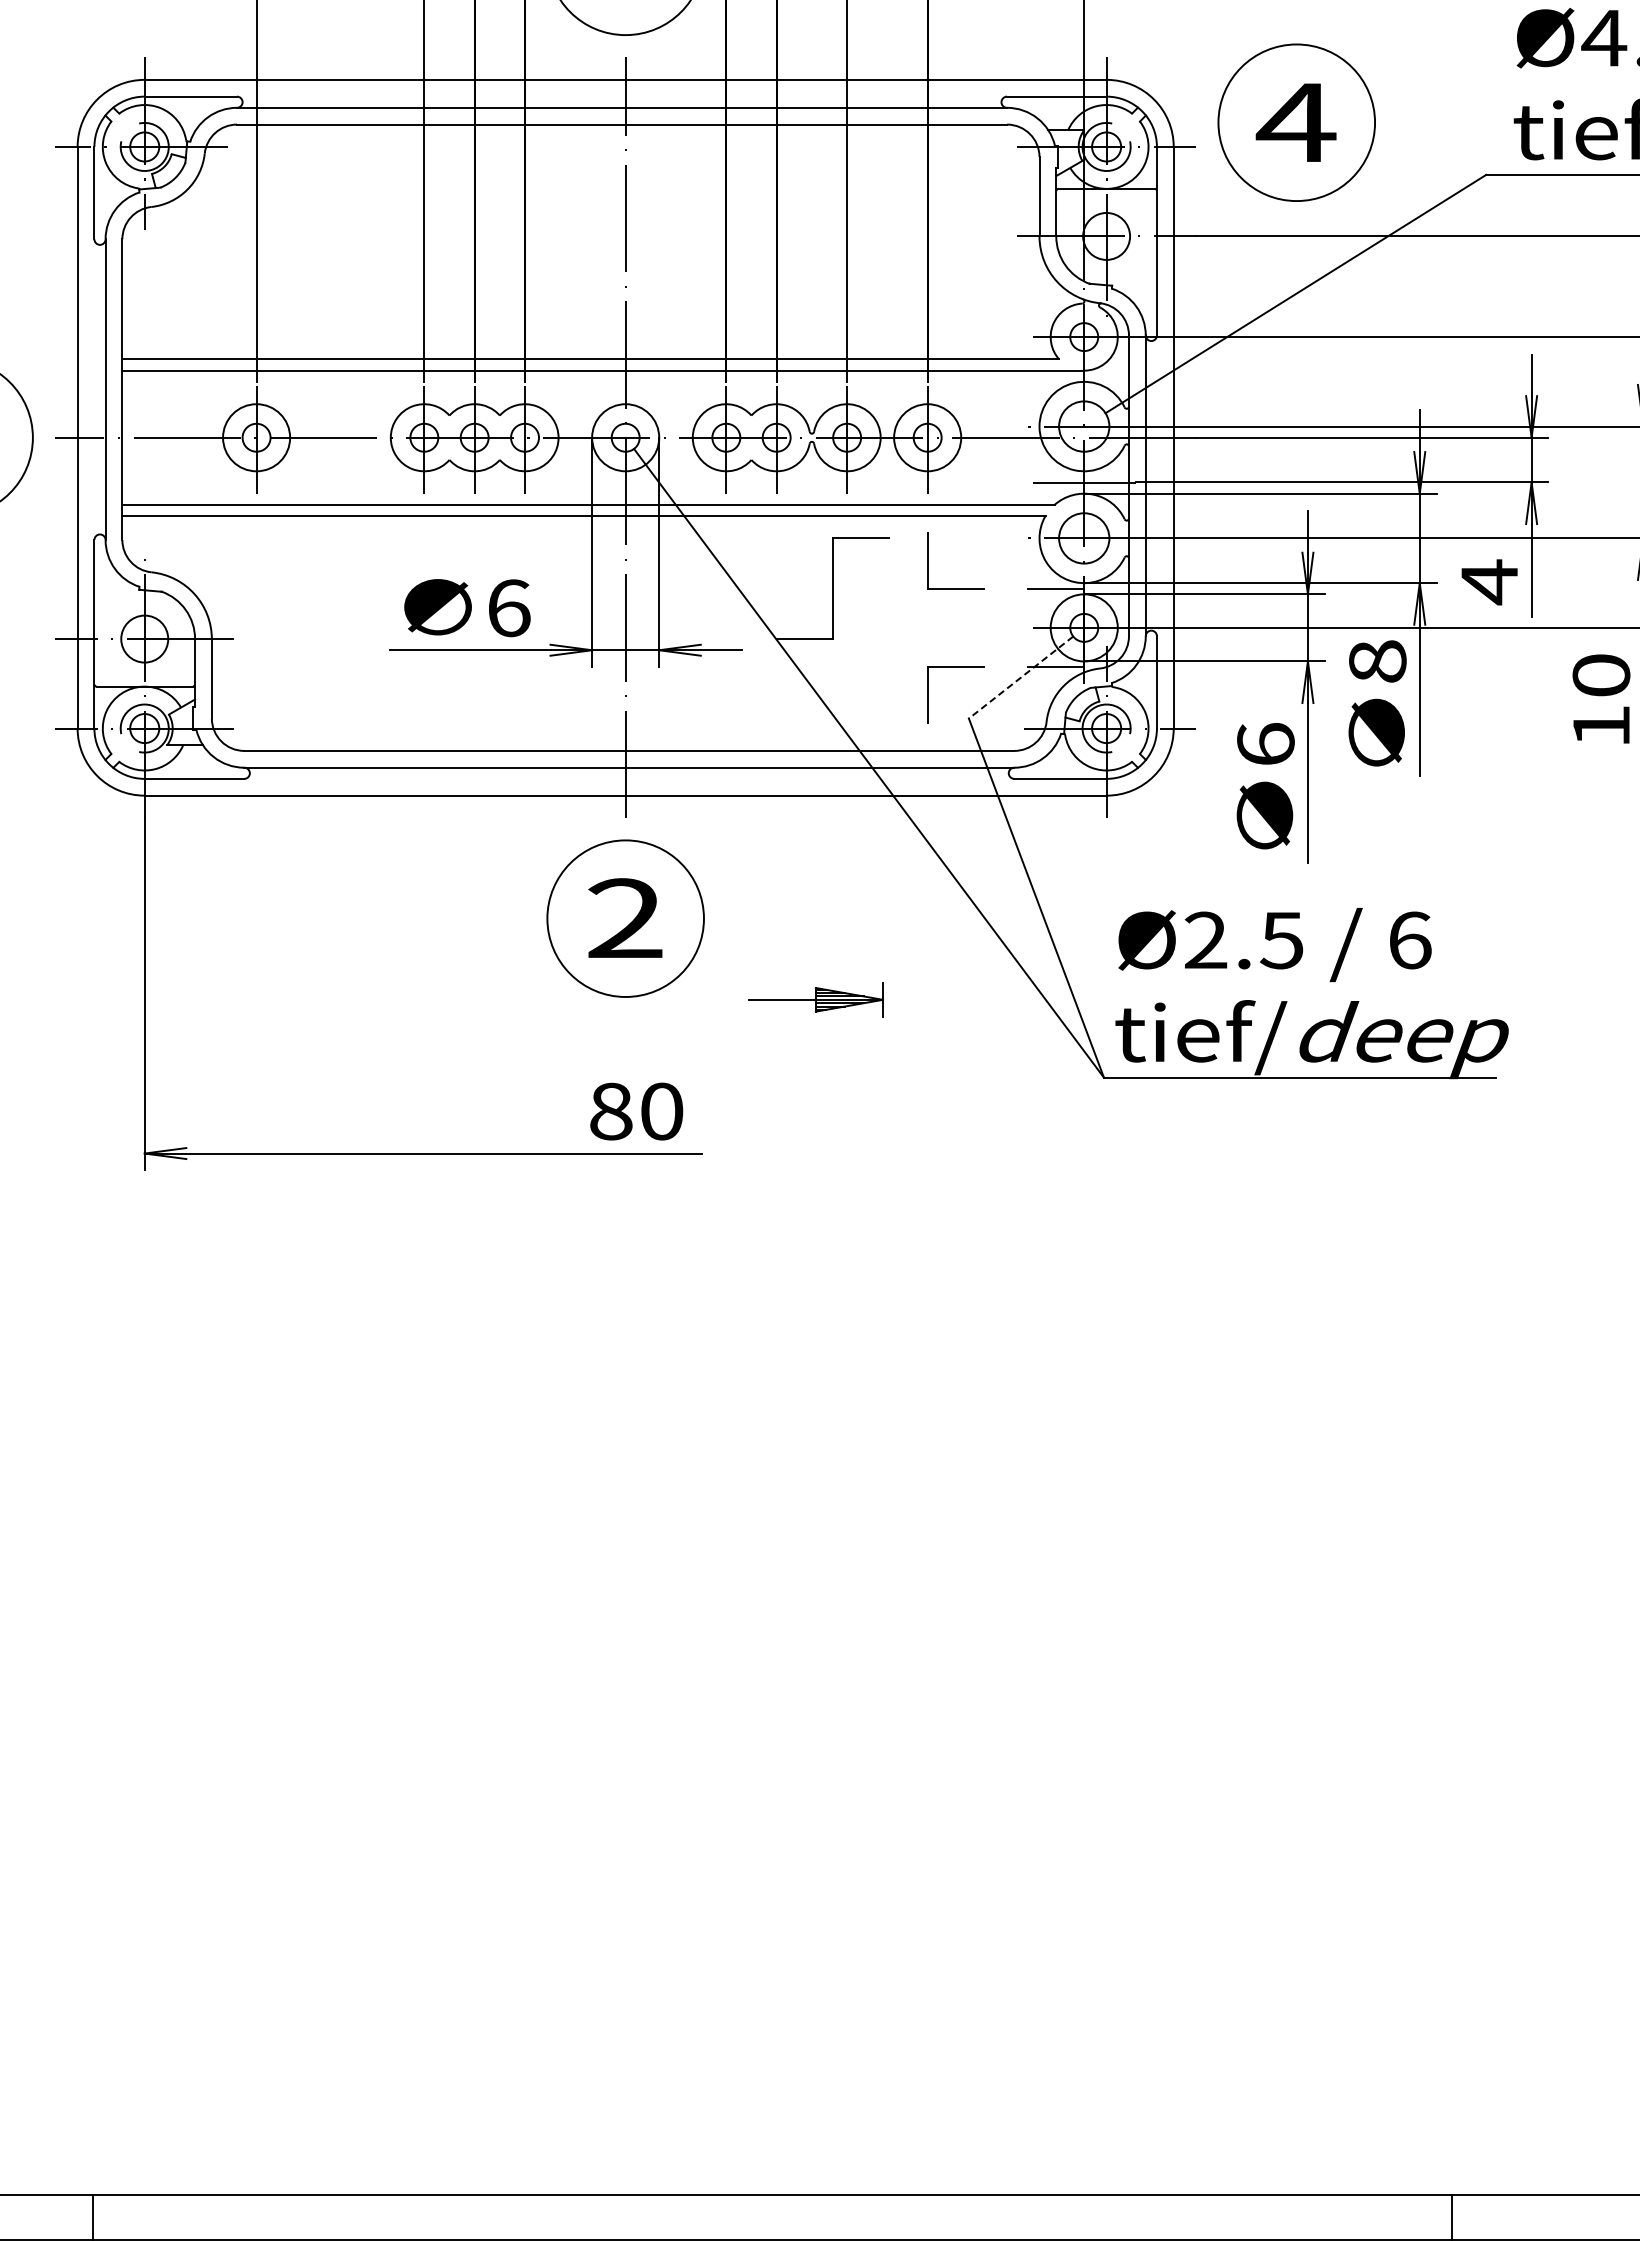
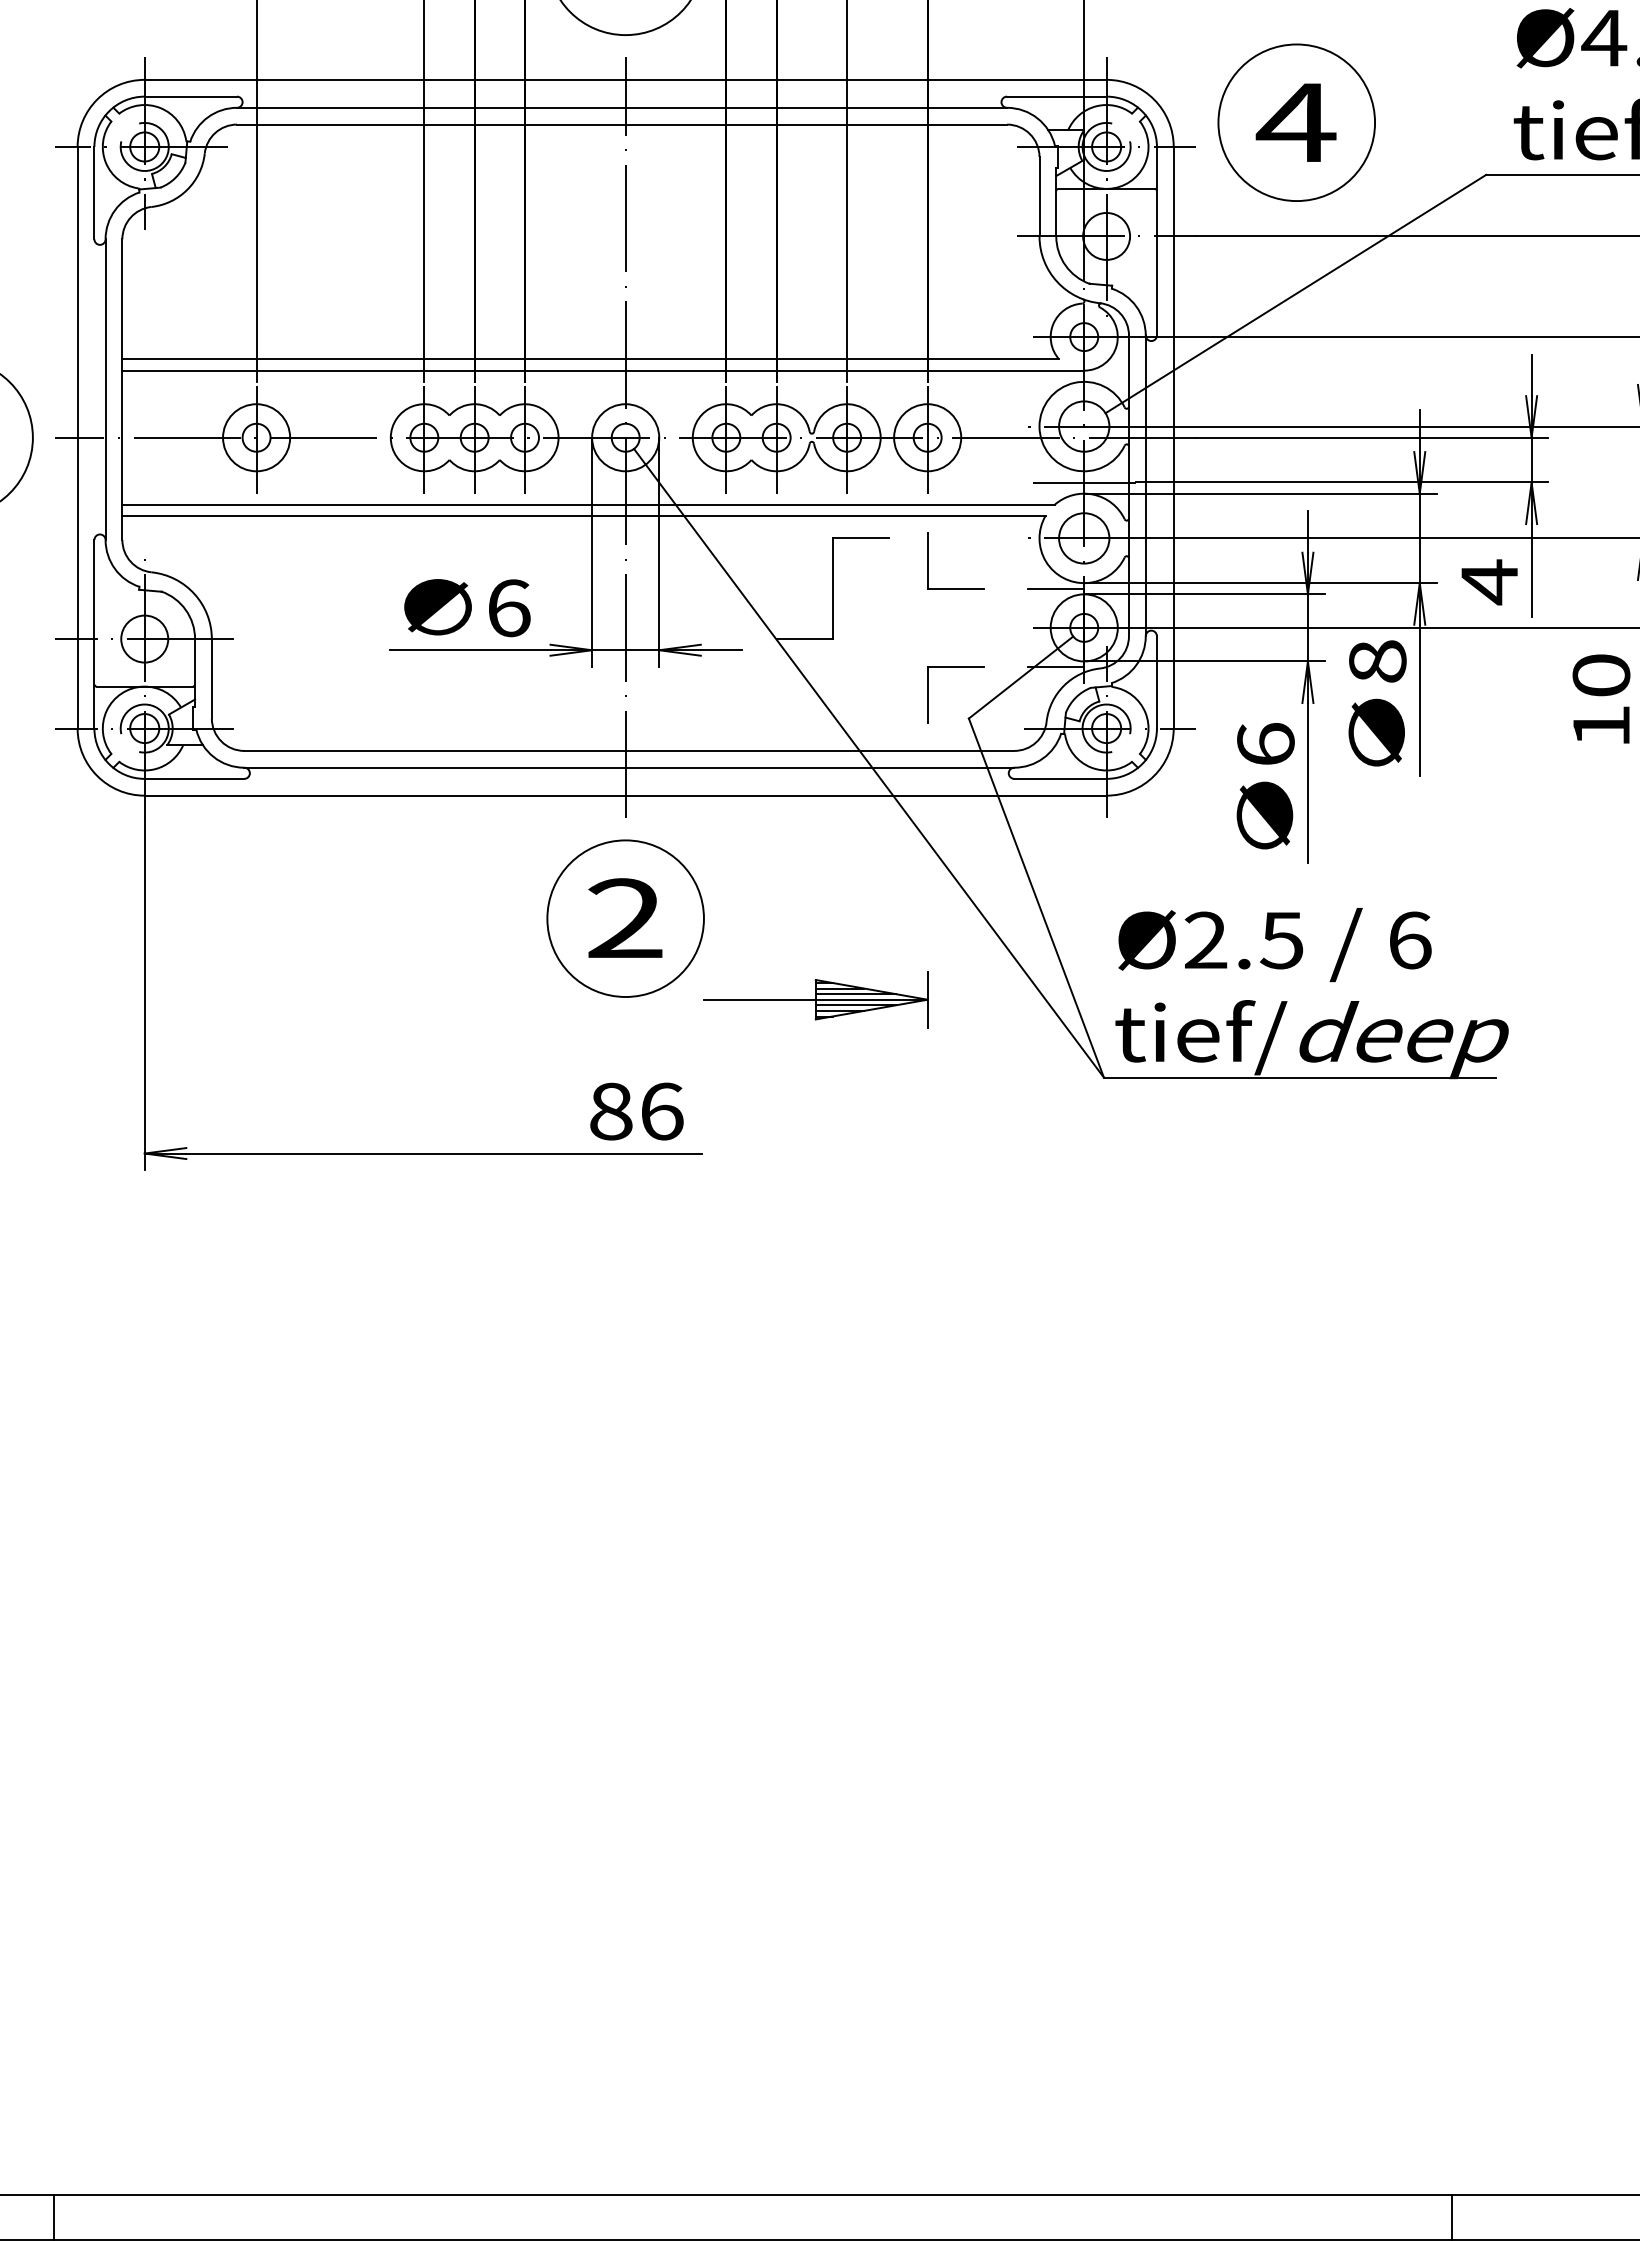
line at (1020, 677): dashed -> solid
part at (815, 999) size: 136x36 px -> 226x58 px
text at (662, 1111): 80 -> 86
line at (93, 2216) position: (93, 2216) -> (54, 2216)
